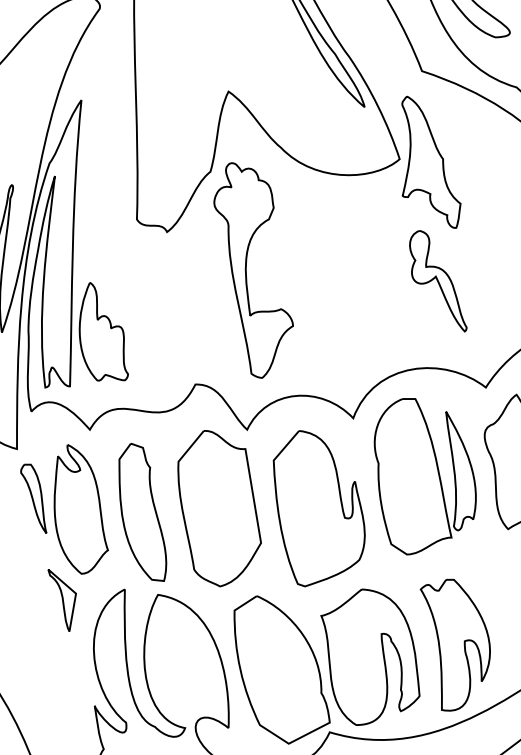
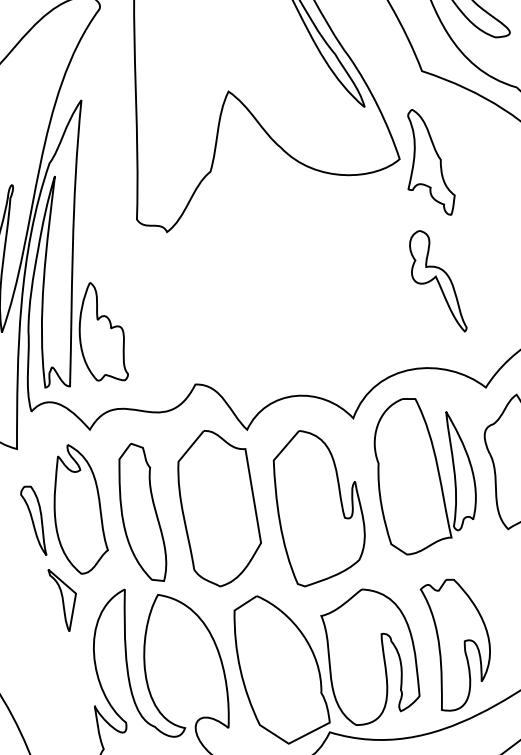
part at (431, 161) size: 61x134 px -> 49x107 px
part at (246, 270): present -> none
part at (33, 498) position: (33, 498) -> (33, 520)
